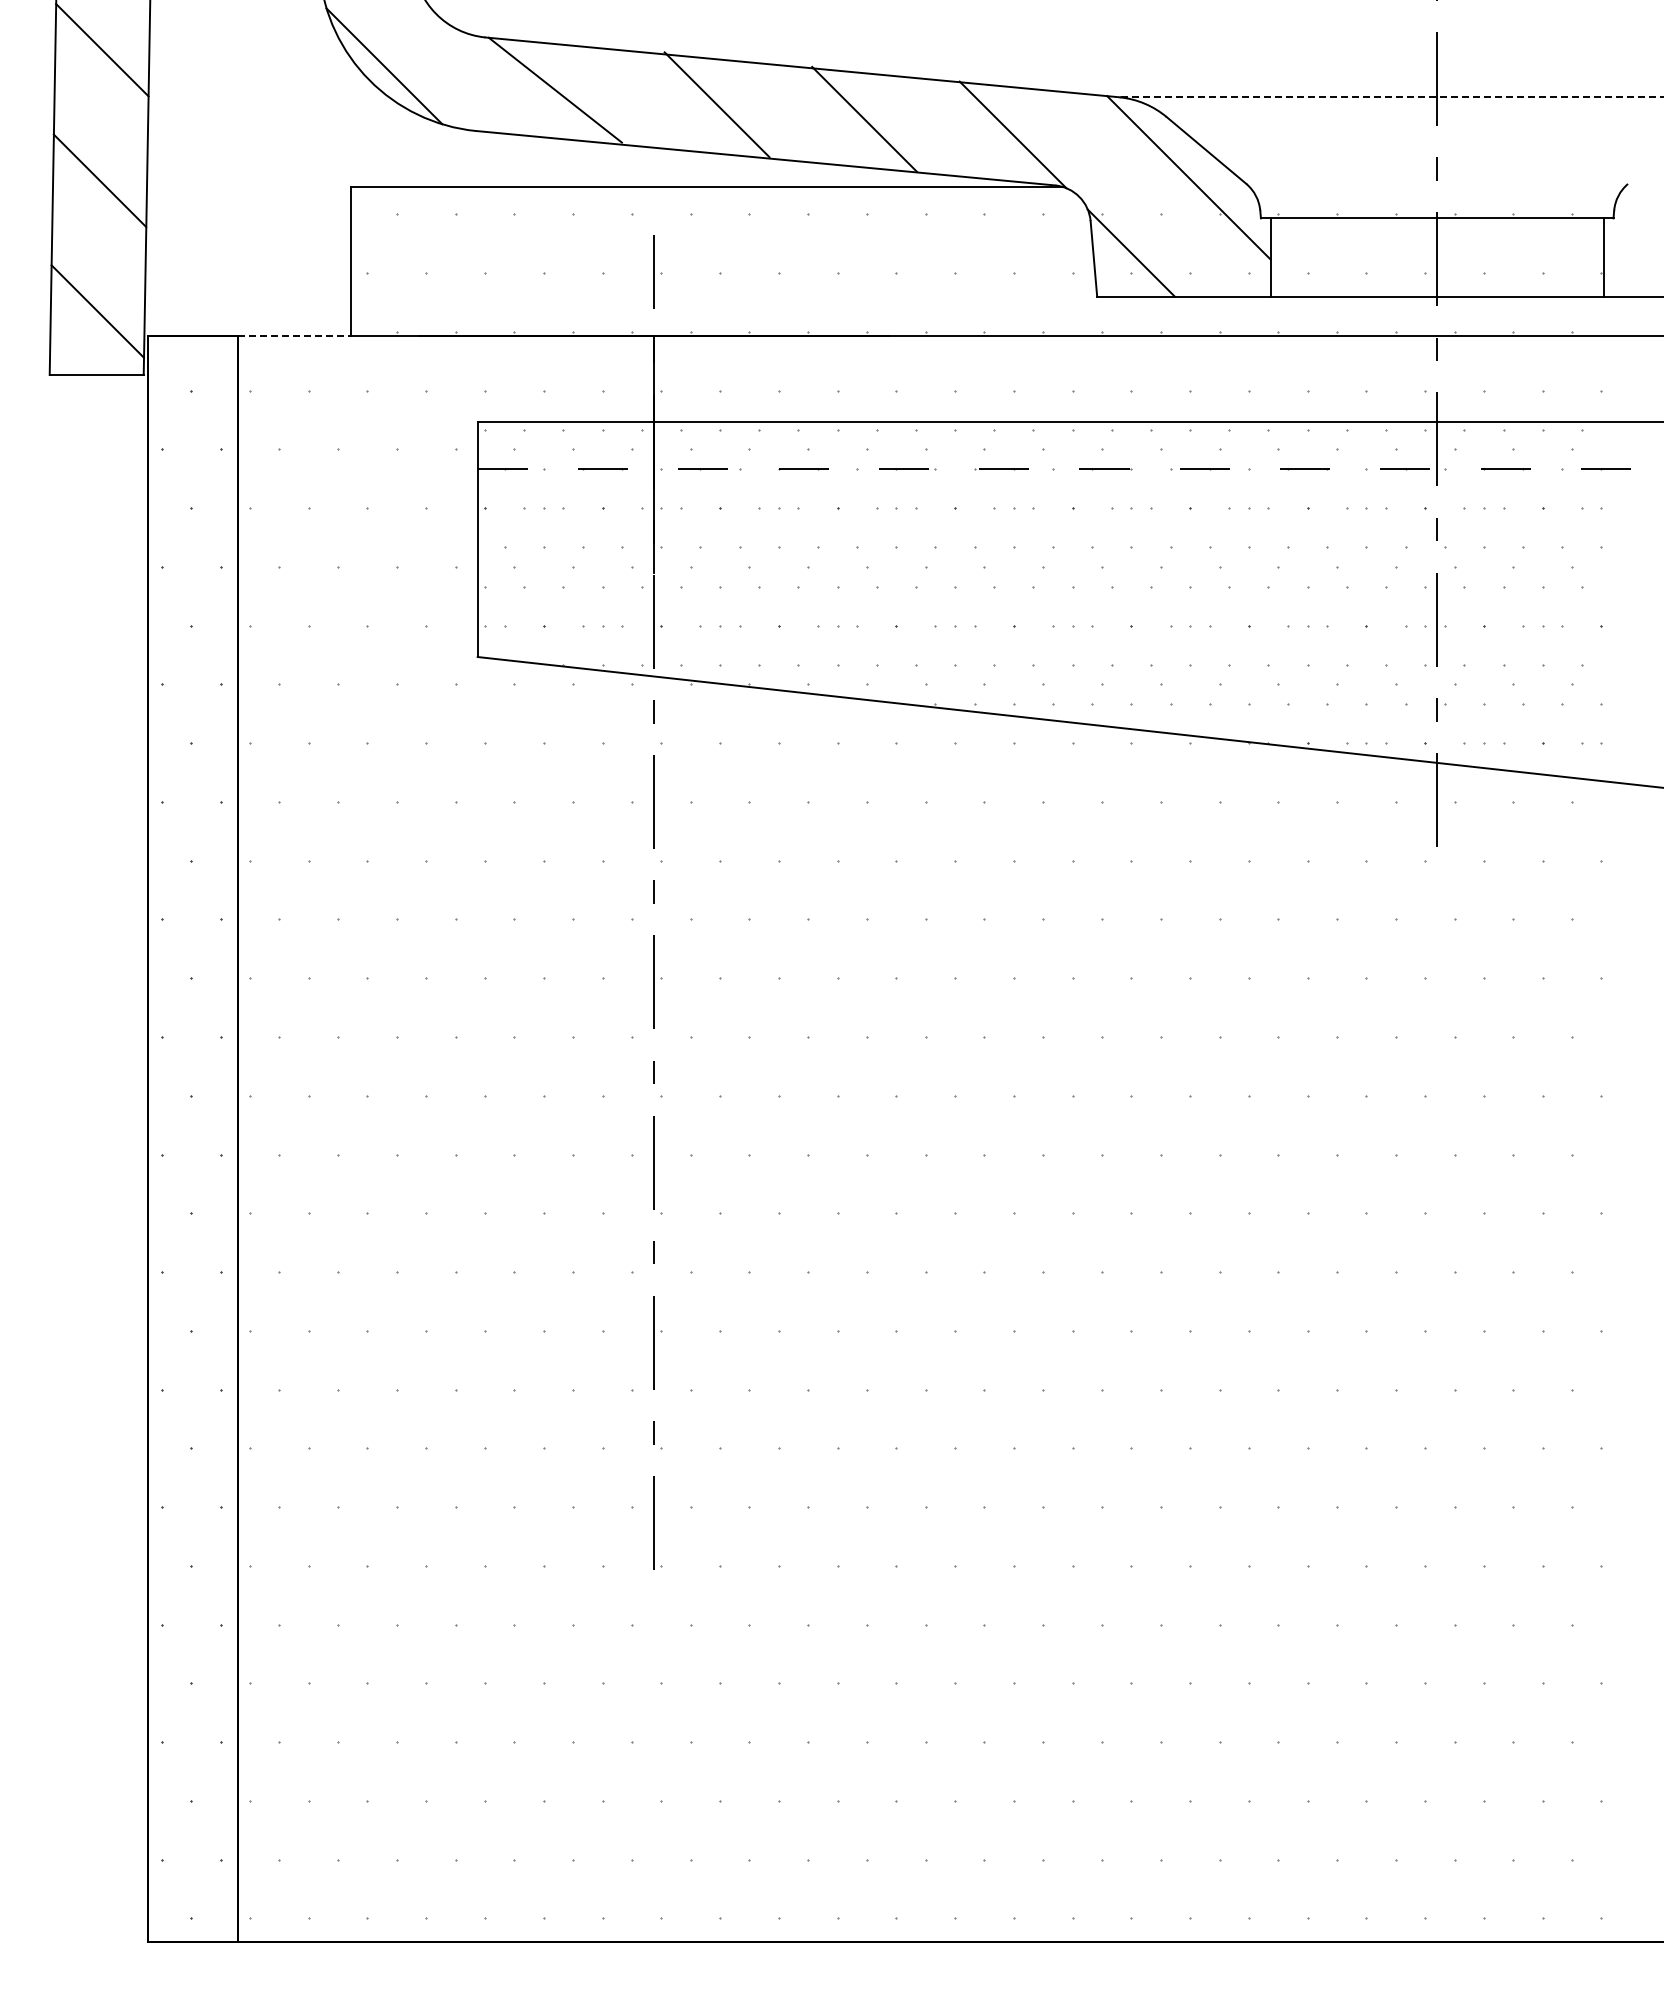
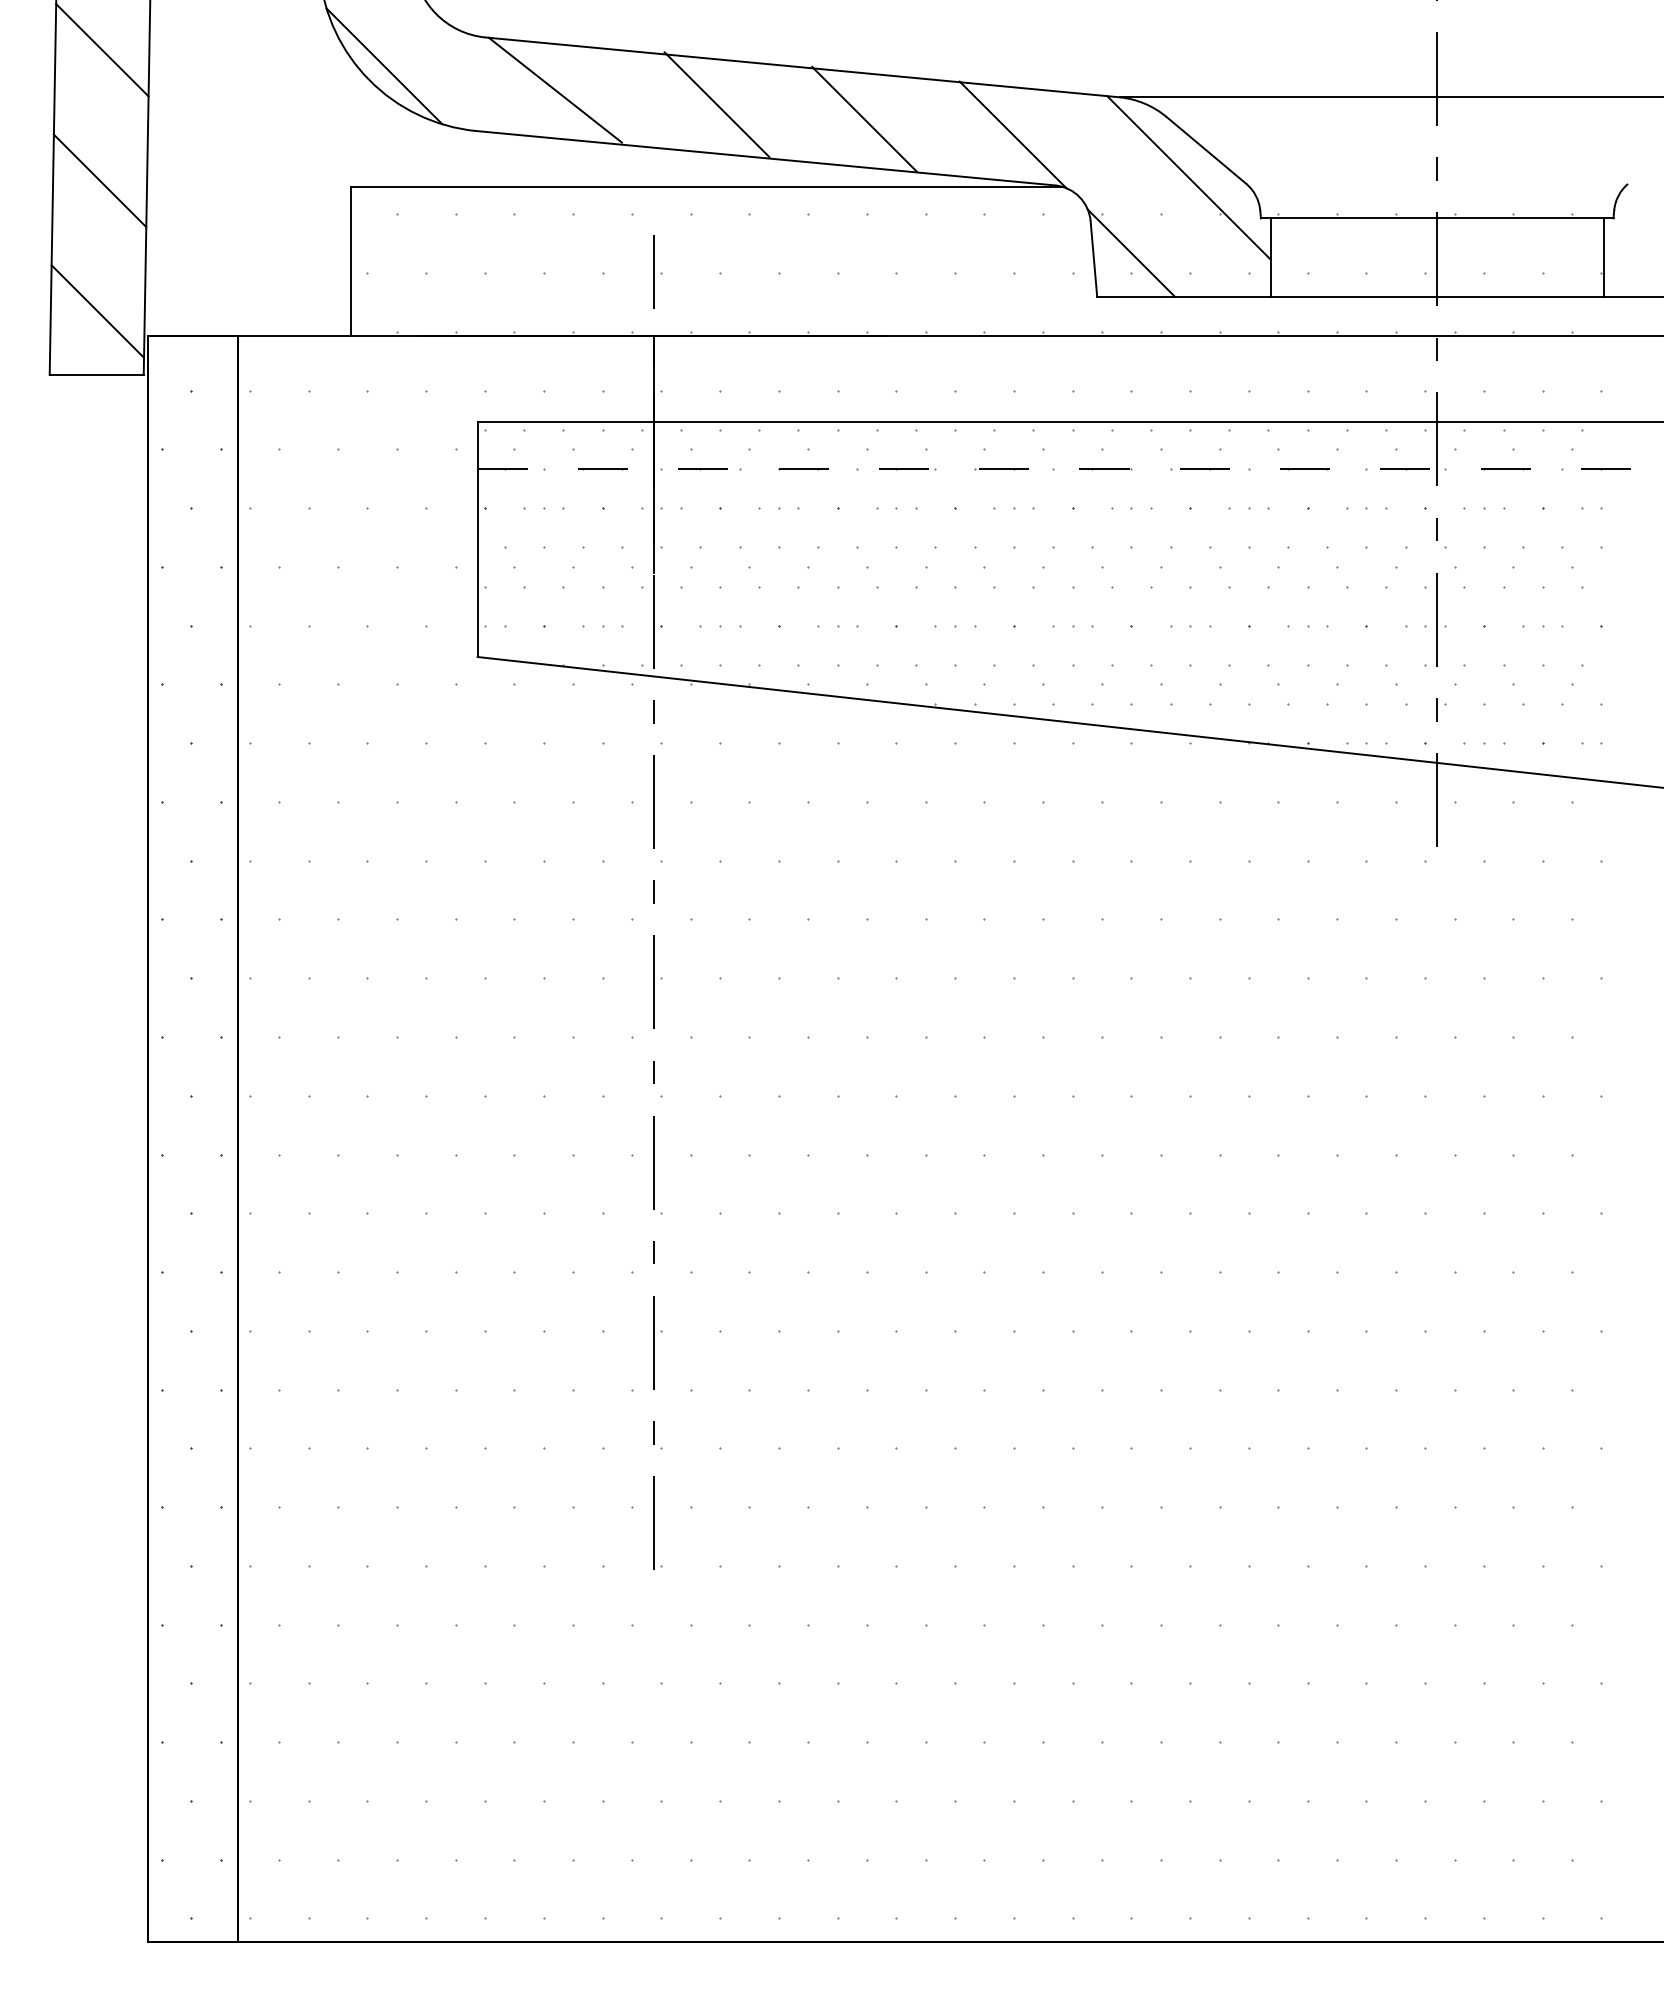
line at (1391, 97): dashed -> solid
line at (294, 335): dashed -> solid
